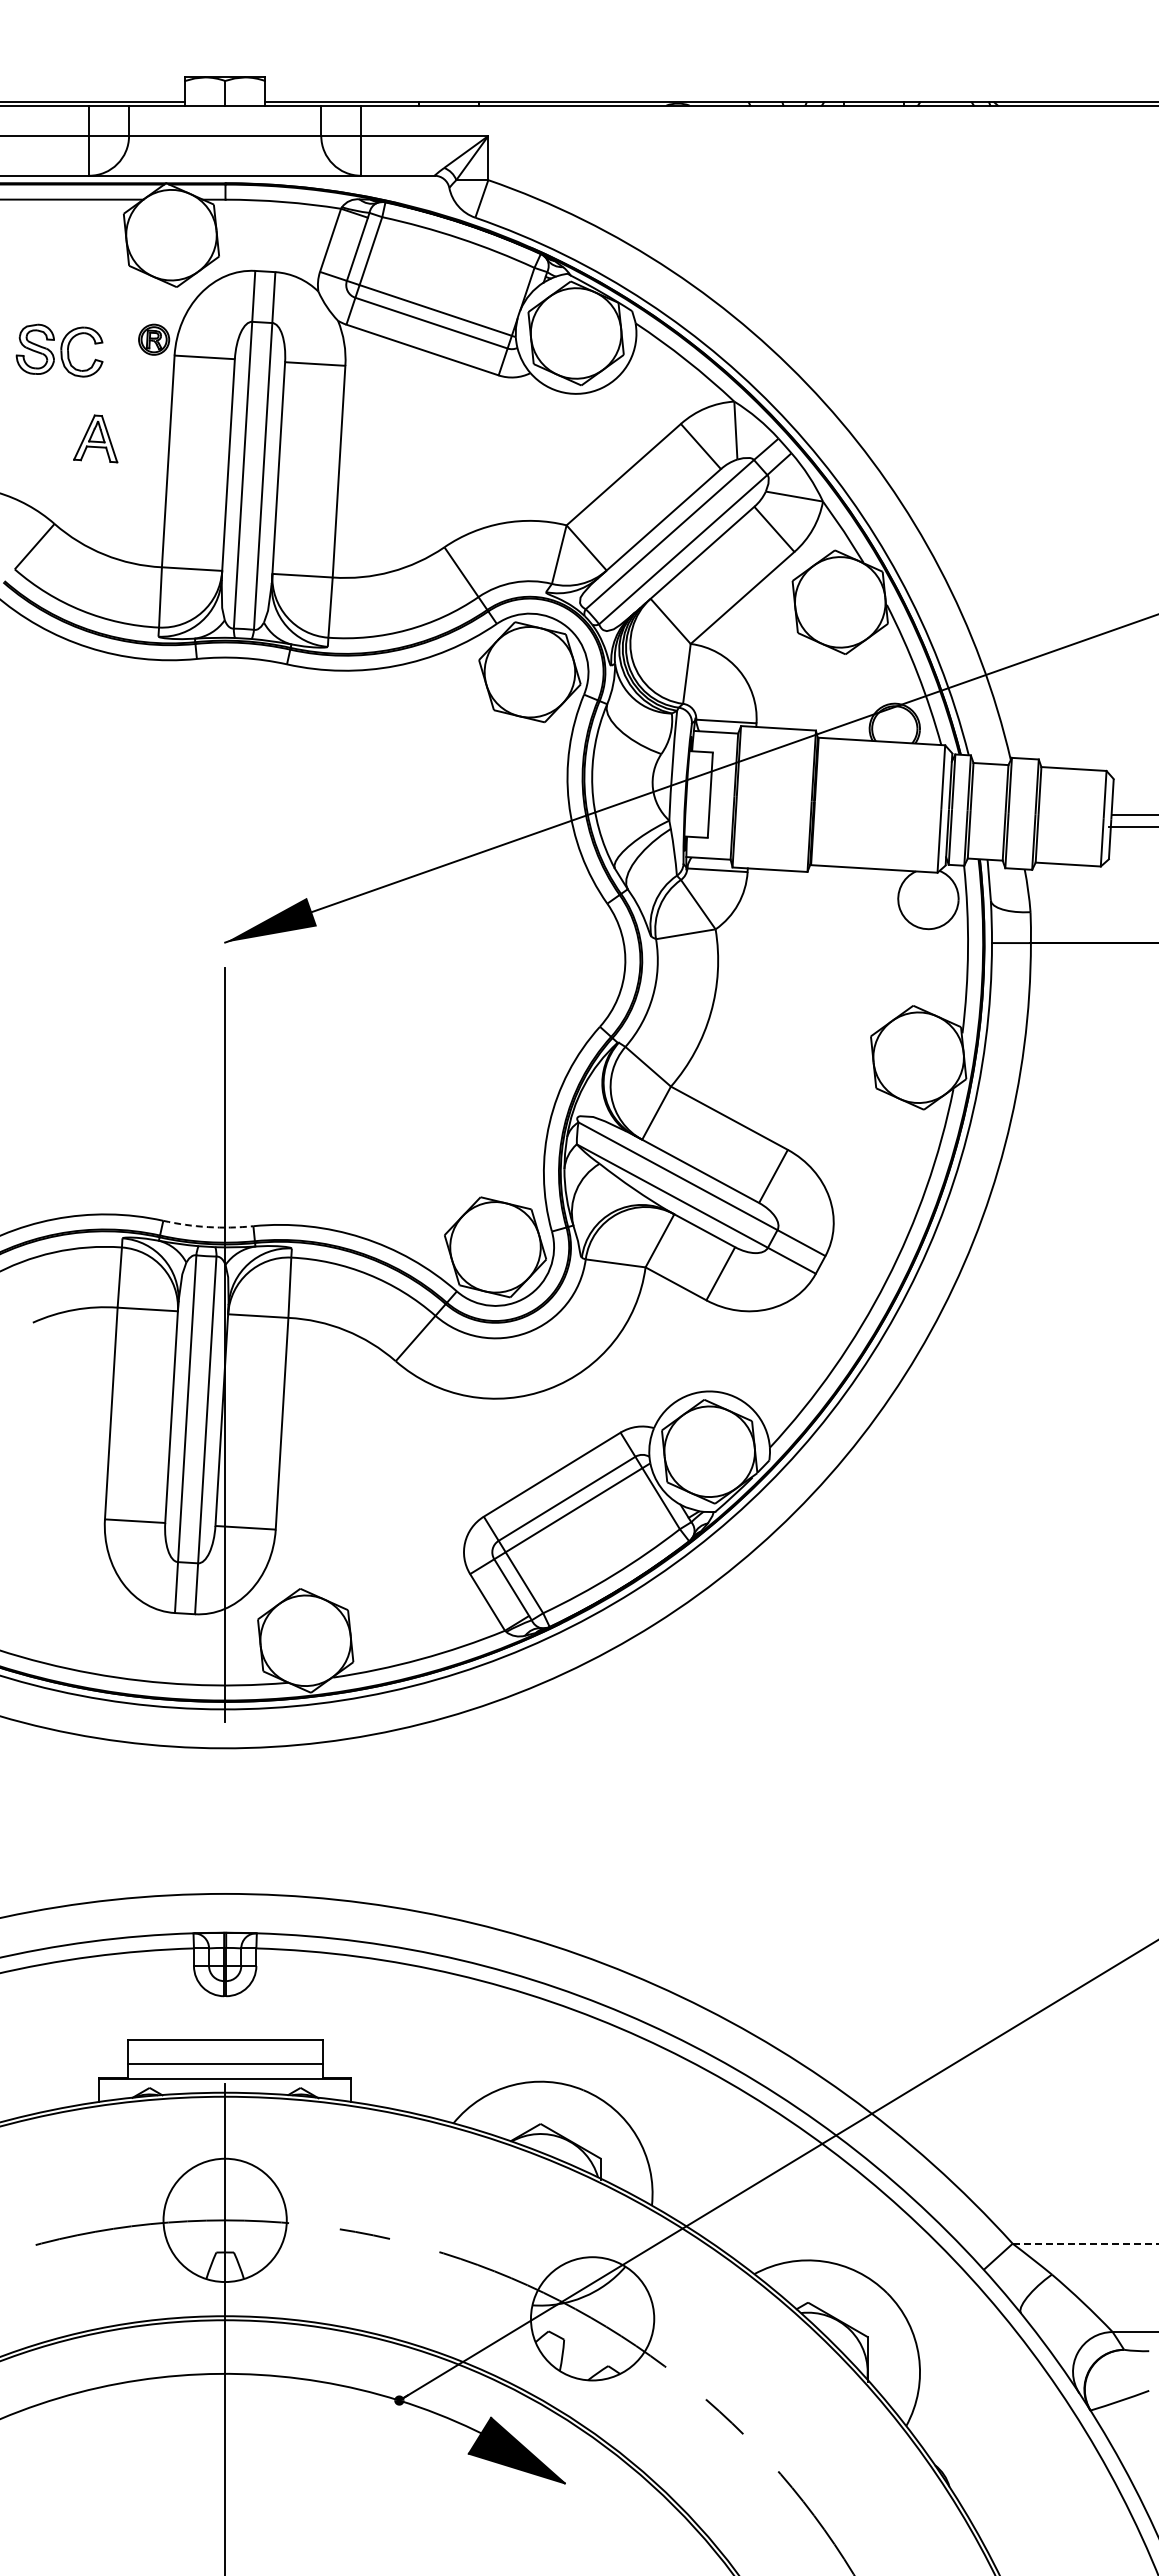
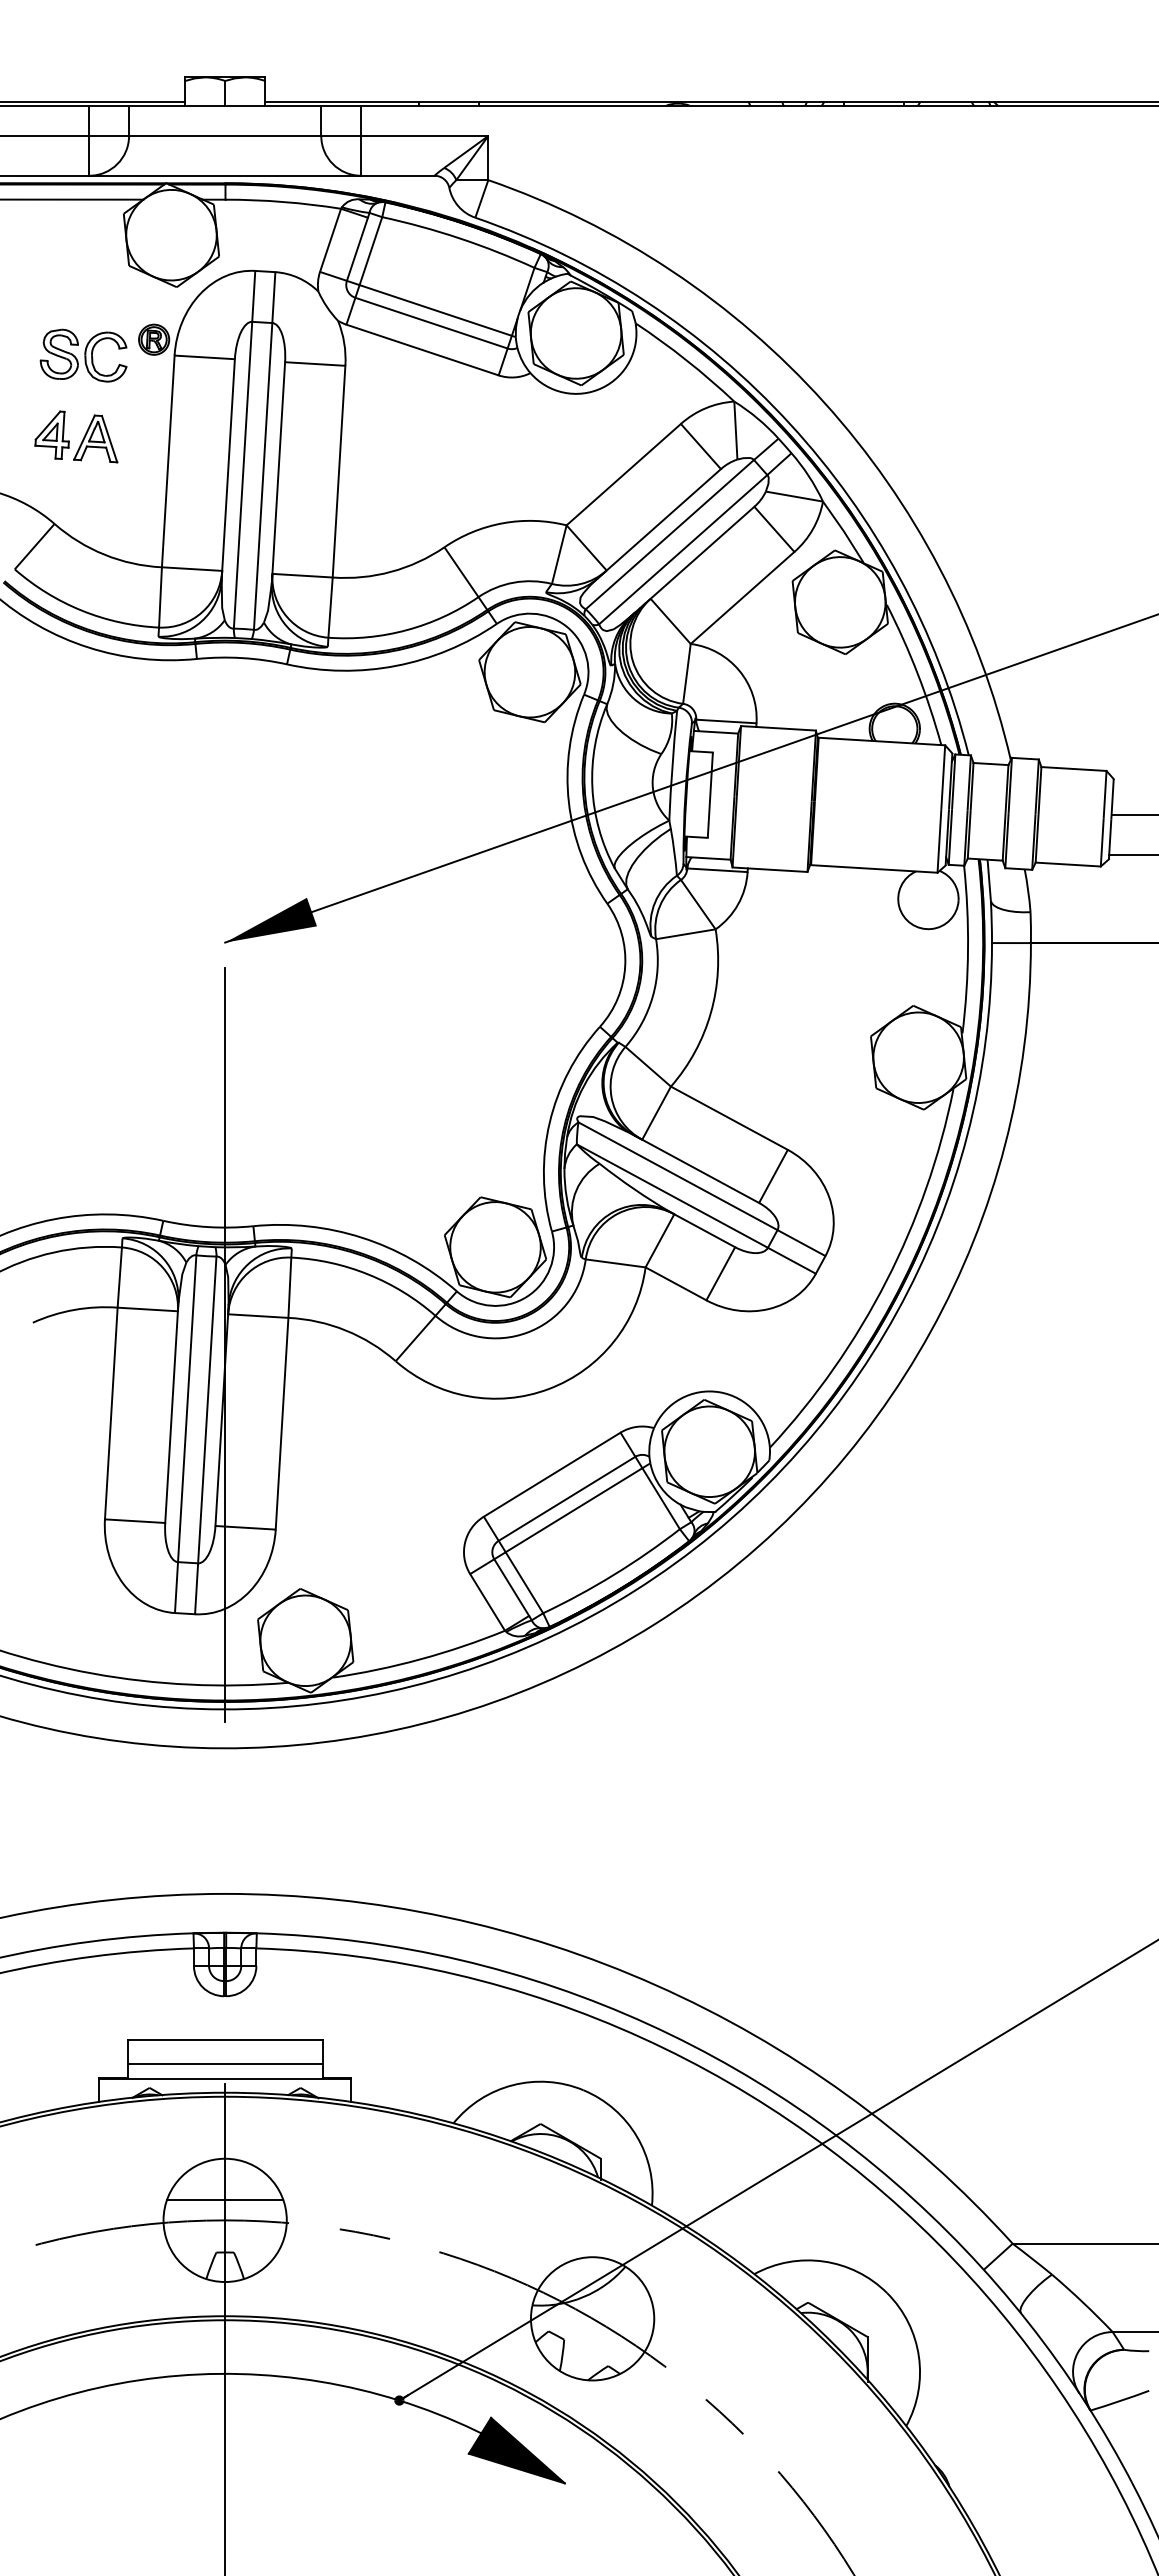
part at (59, 350) position: (59, 350) -> (83, 355)
part at (51, 434): none -> present
line at (1132, 826) position: (1132, 826) -> (1132, 854)
arc at (208, 1227): dashed -> solid
line at (225, 2199): none -> present
line at (1085, 2243): dashed -> solid
